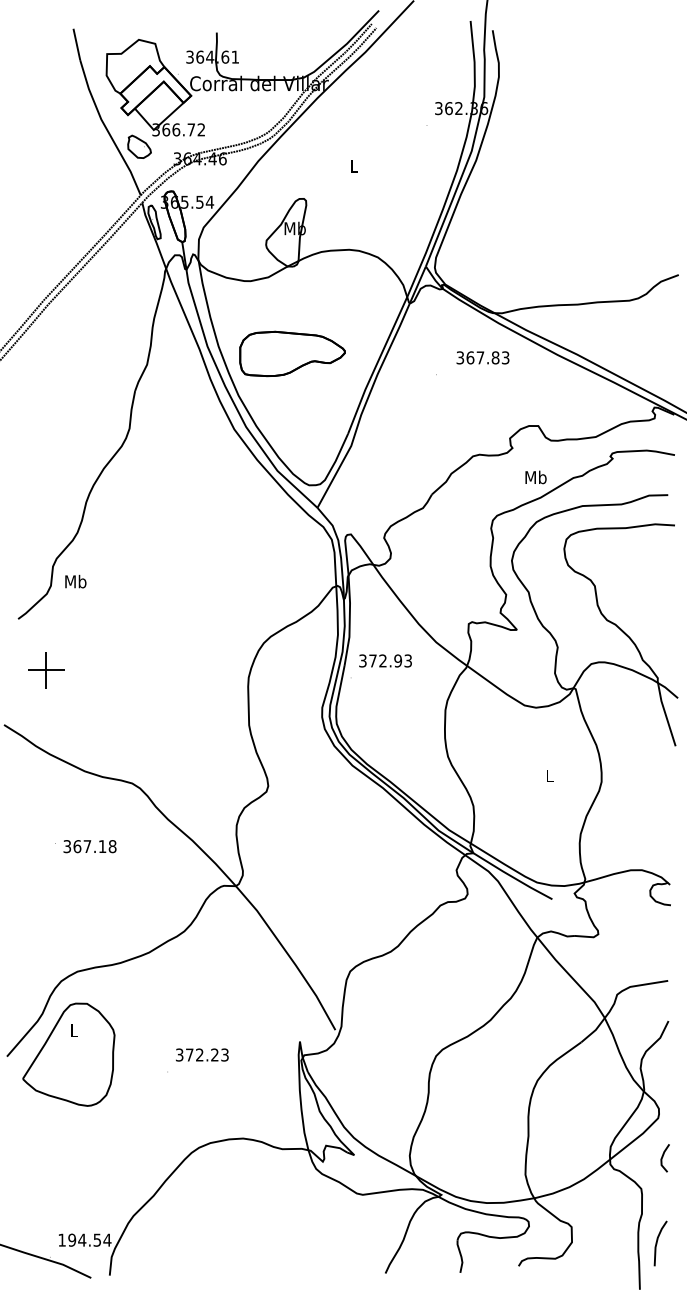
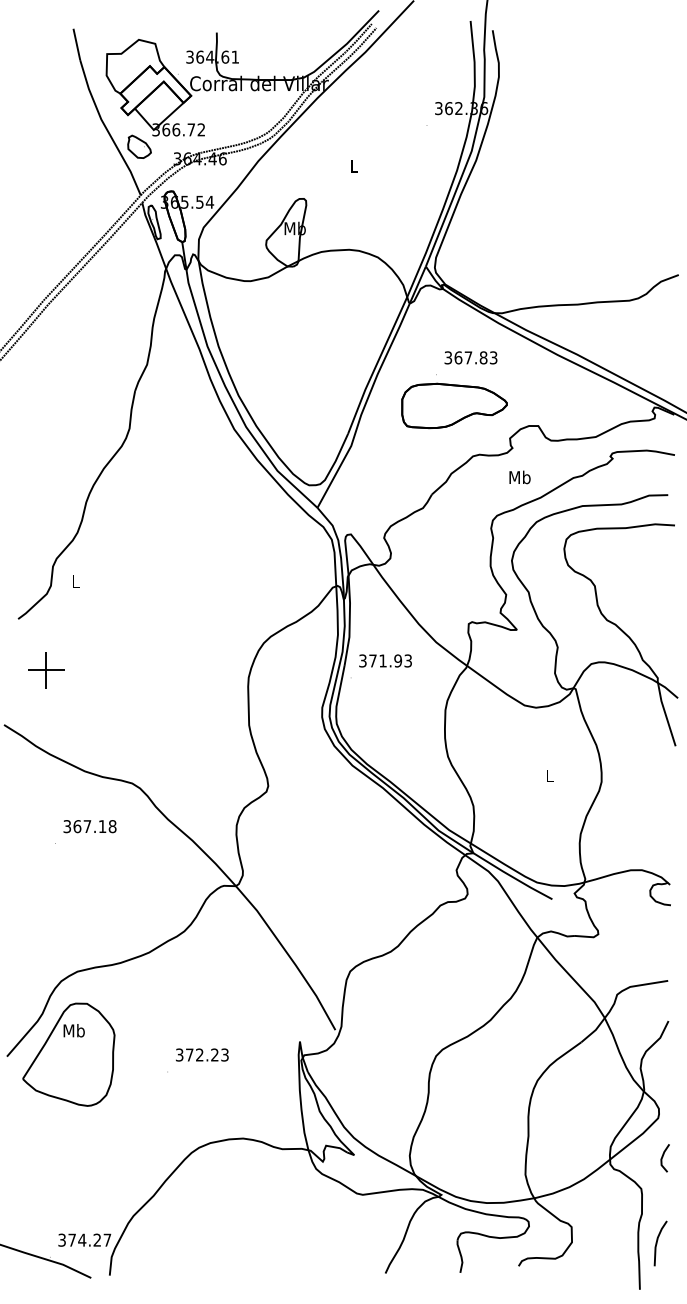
part at (292, 353) position: (292, 353) -> (454, 405)
text at (482, 357) position: (482, 357) -> (470, 357)
text at (535, 477) position: (535, 477) -> (519, 477)
text at (75, 581): Mb -> L
text at (382, 660): 372.93 -> 371.93
text at (89, 846) position: (89, 846) -> (89, 826)
text at (73, 1030): L -> Mb
text at (84, 1239): 194.54 -> 374.27
